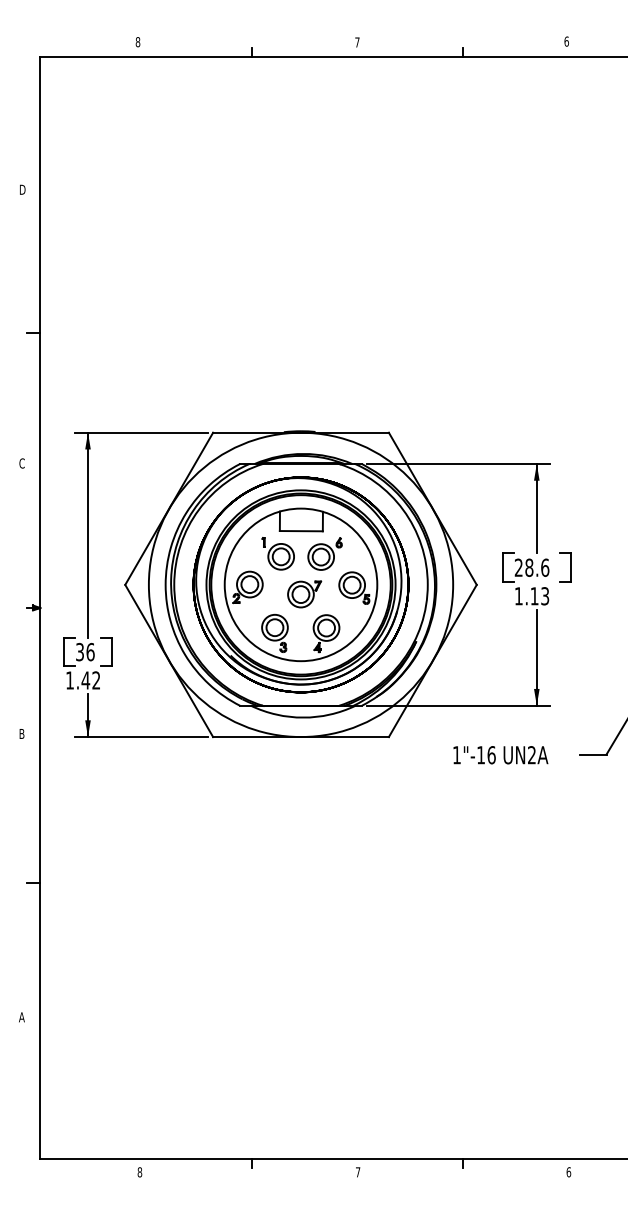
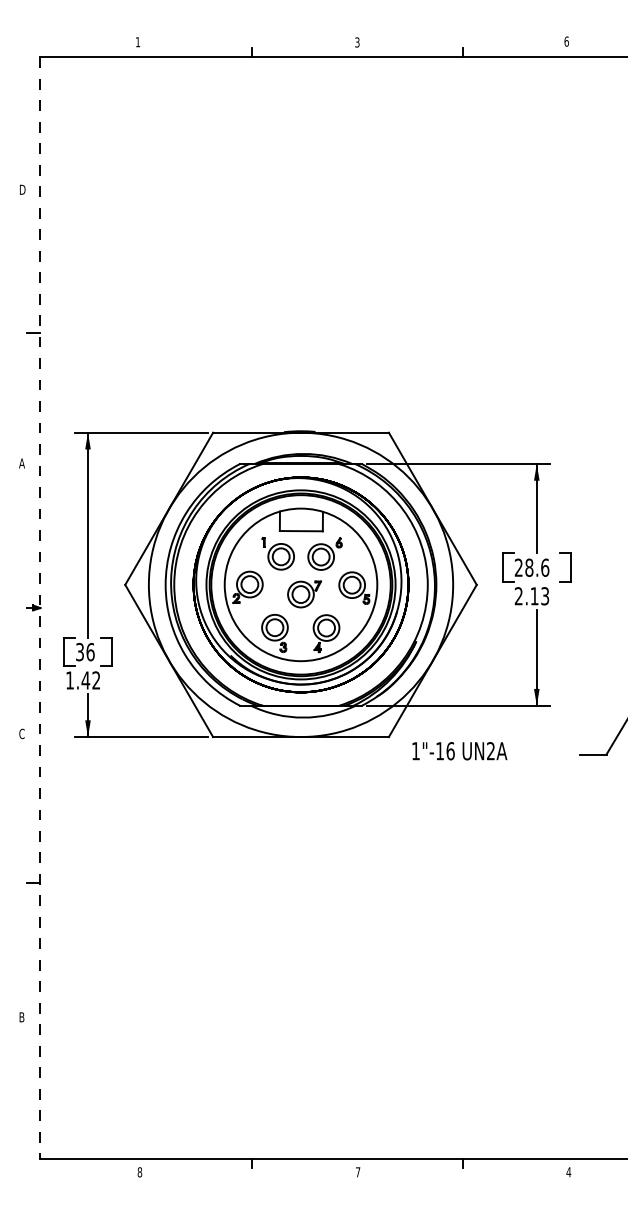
text at (137, 42): 8 -> 1
text at (357, 42): 7 -> 3
text at (21, 463): C -> A
text at (518, 596): 1.13 -> 2.13
line at (40, 608): solid -> dashed
text at (21, 733): B -> C
text at (500, 755) position: (500, 755) -> (459, 751)
text at (21, 1017): A -> B
text at (568, 1172): 6 -> 4
